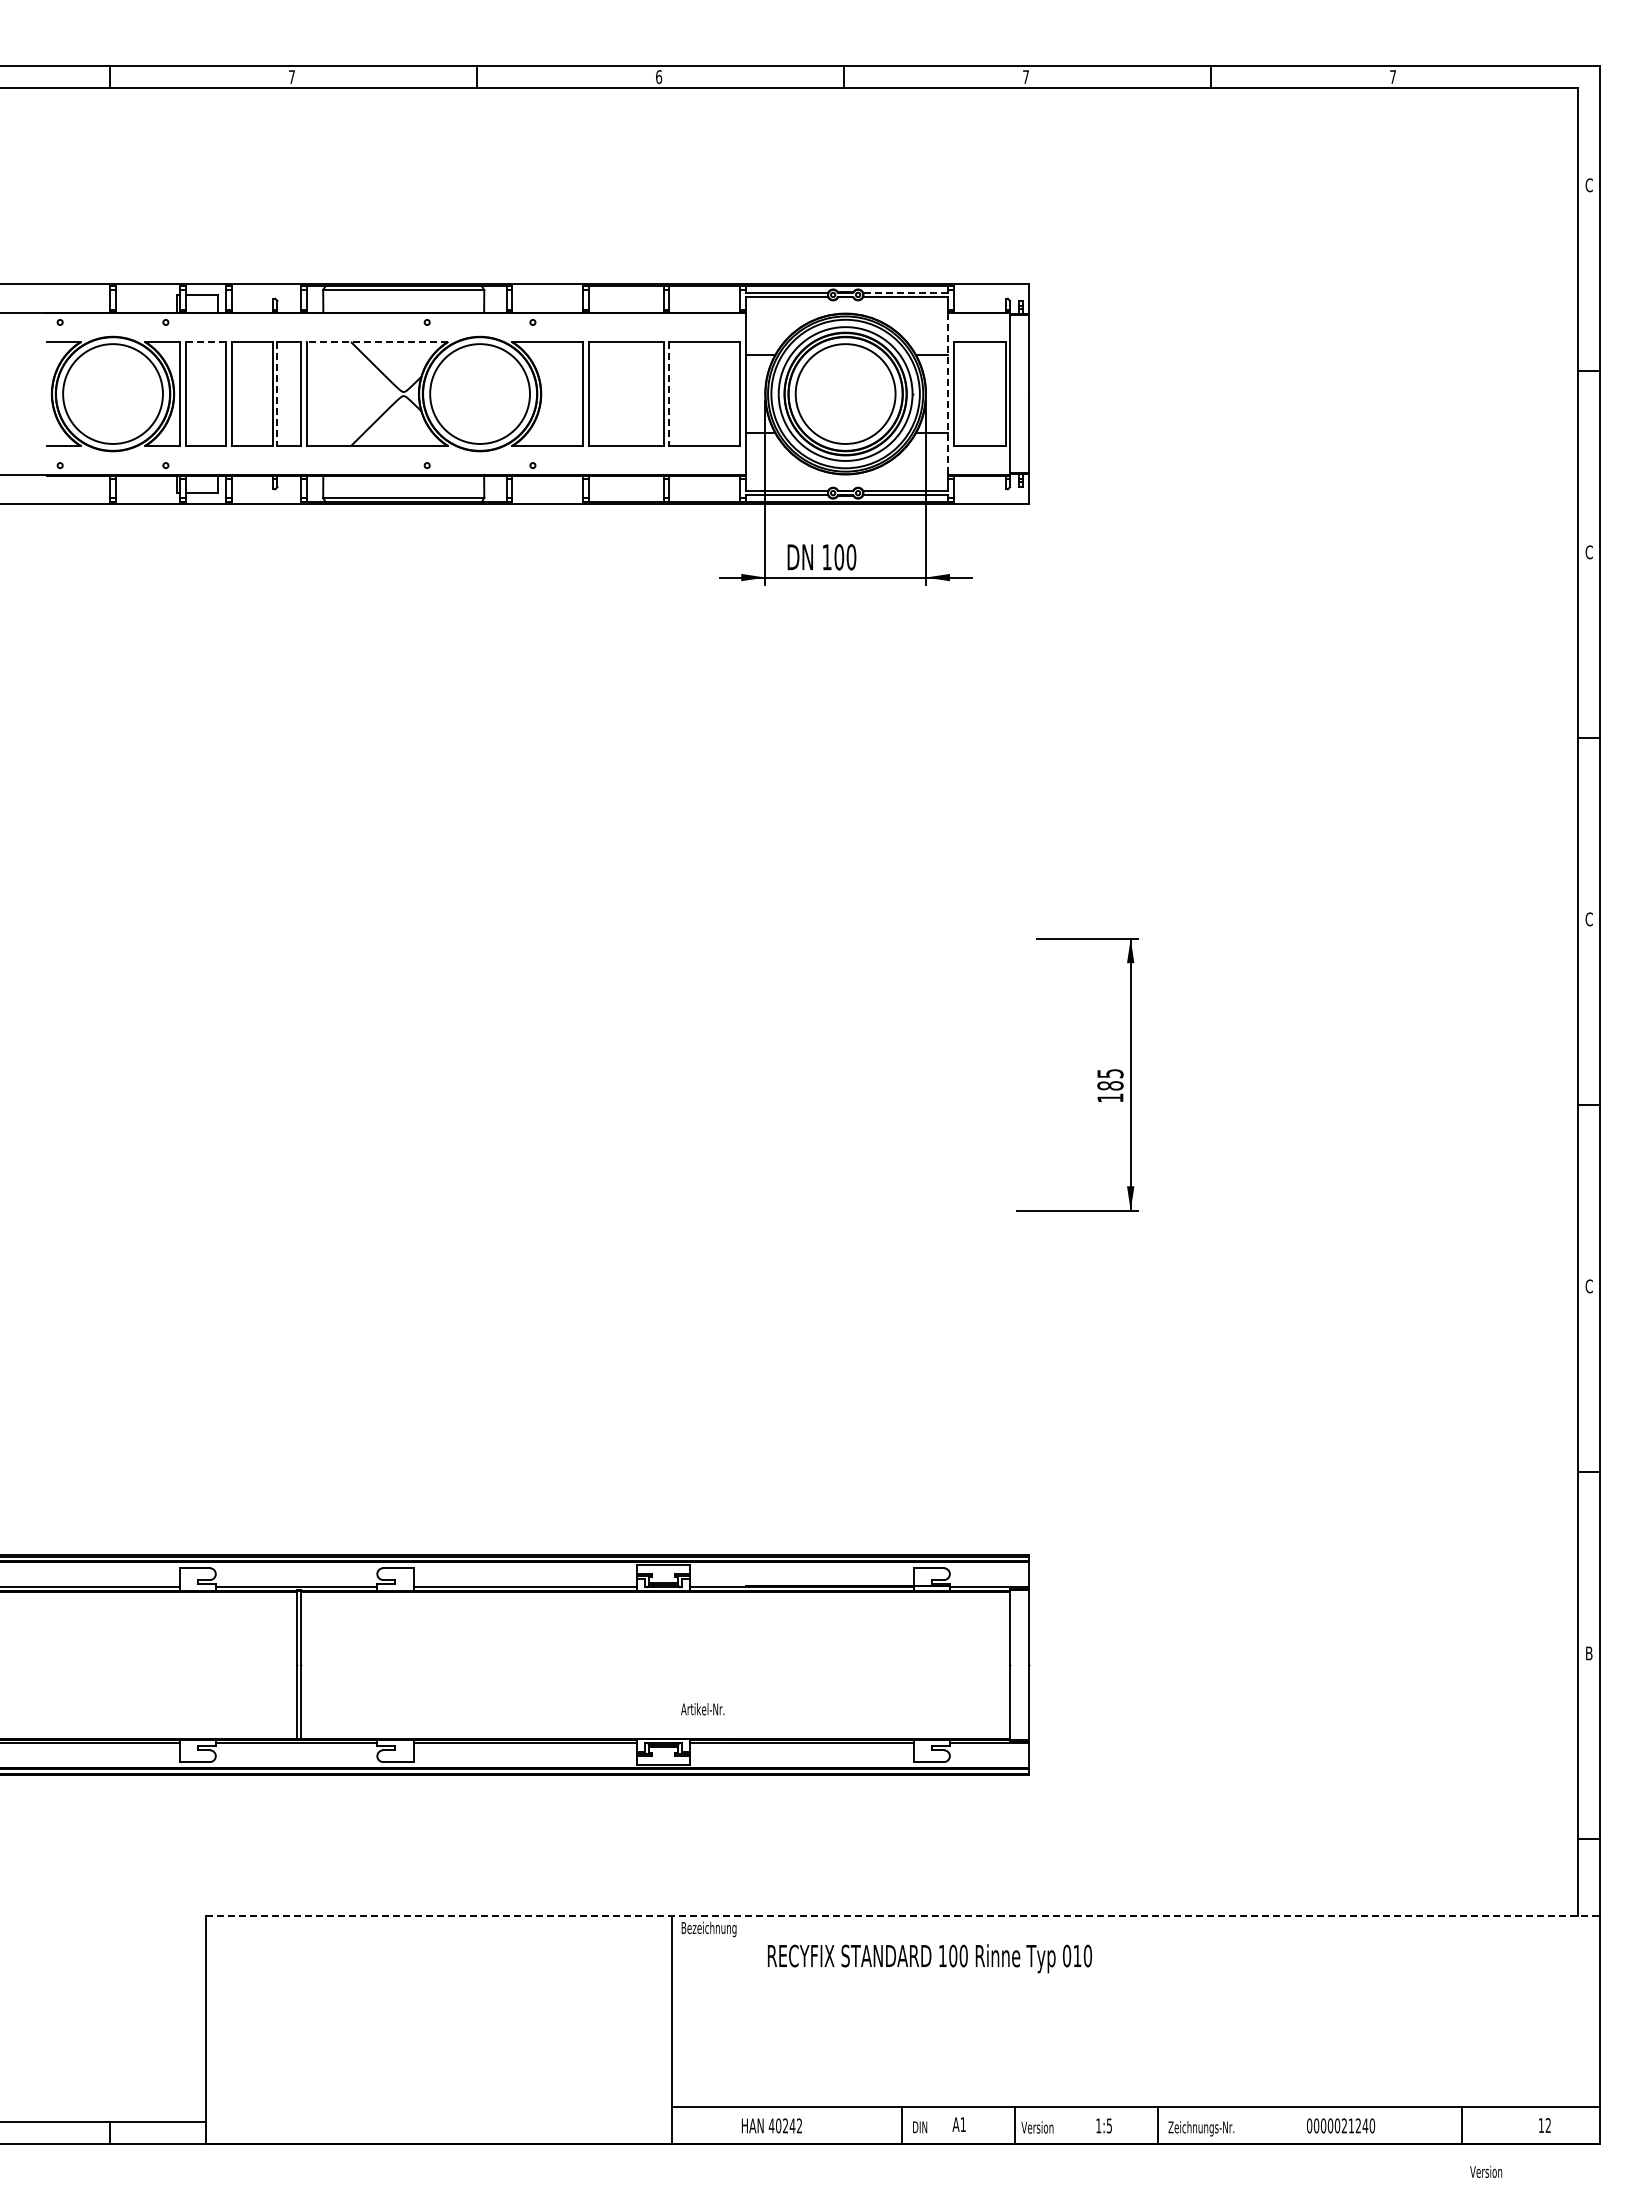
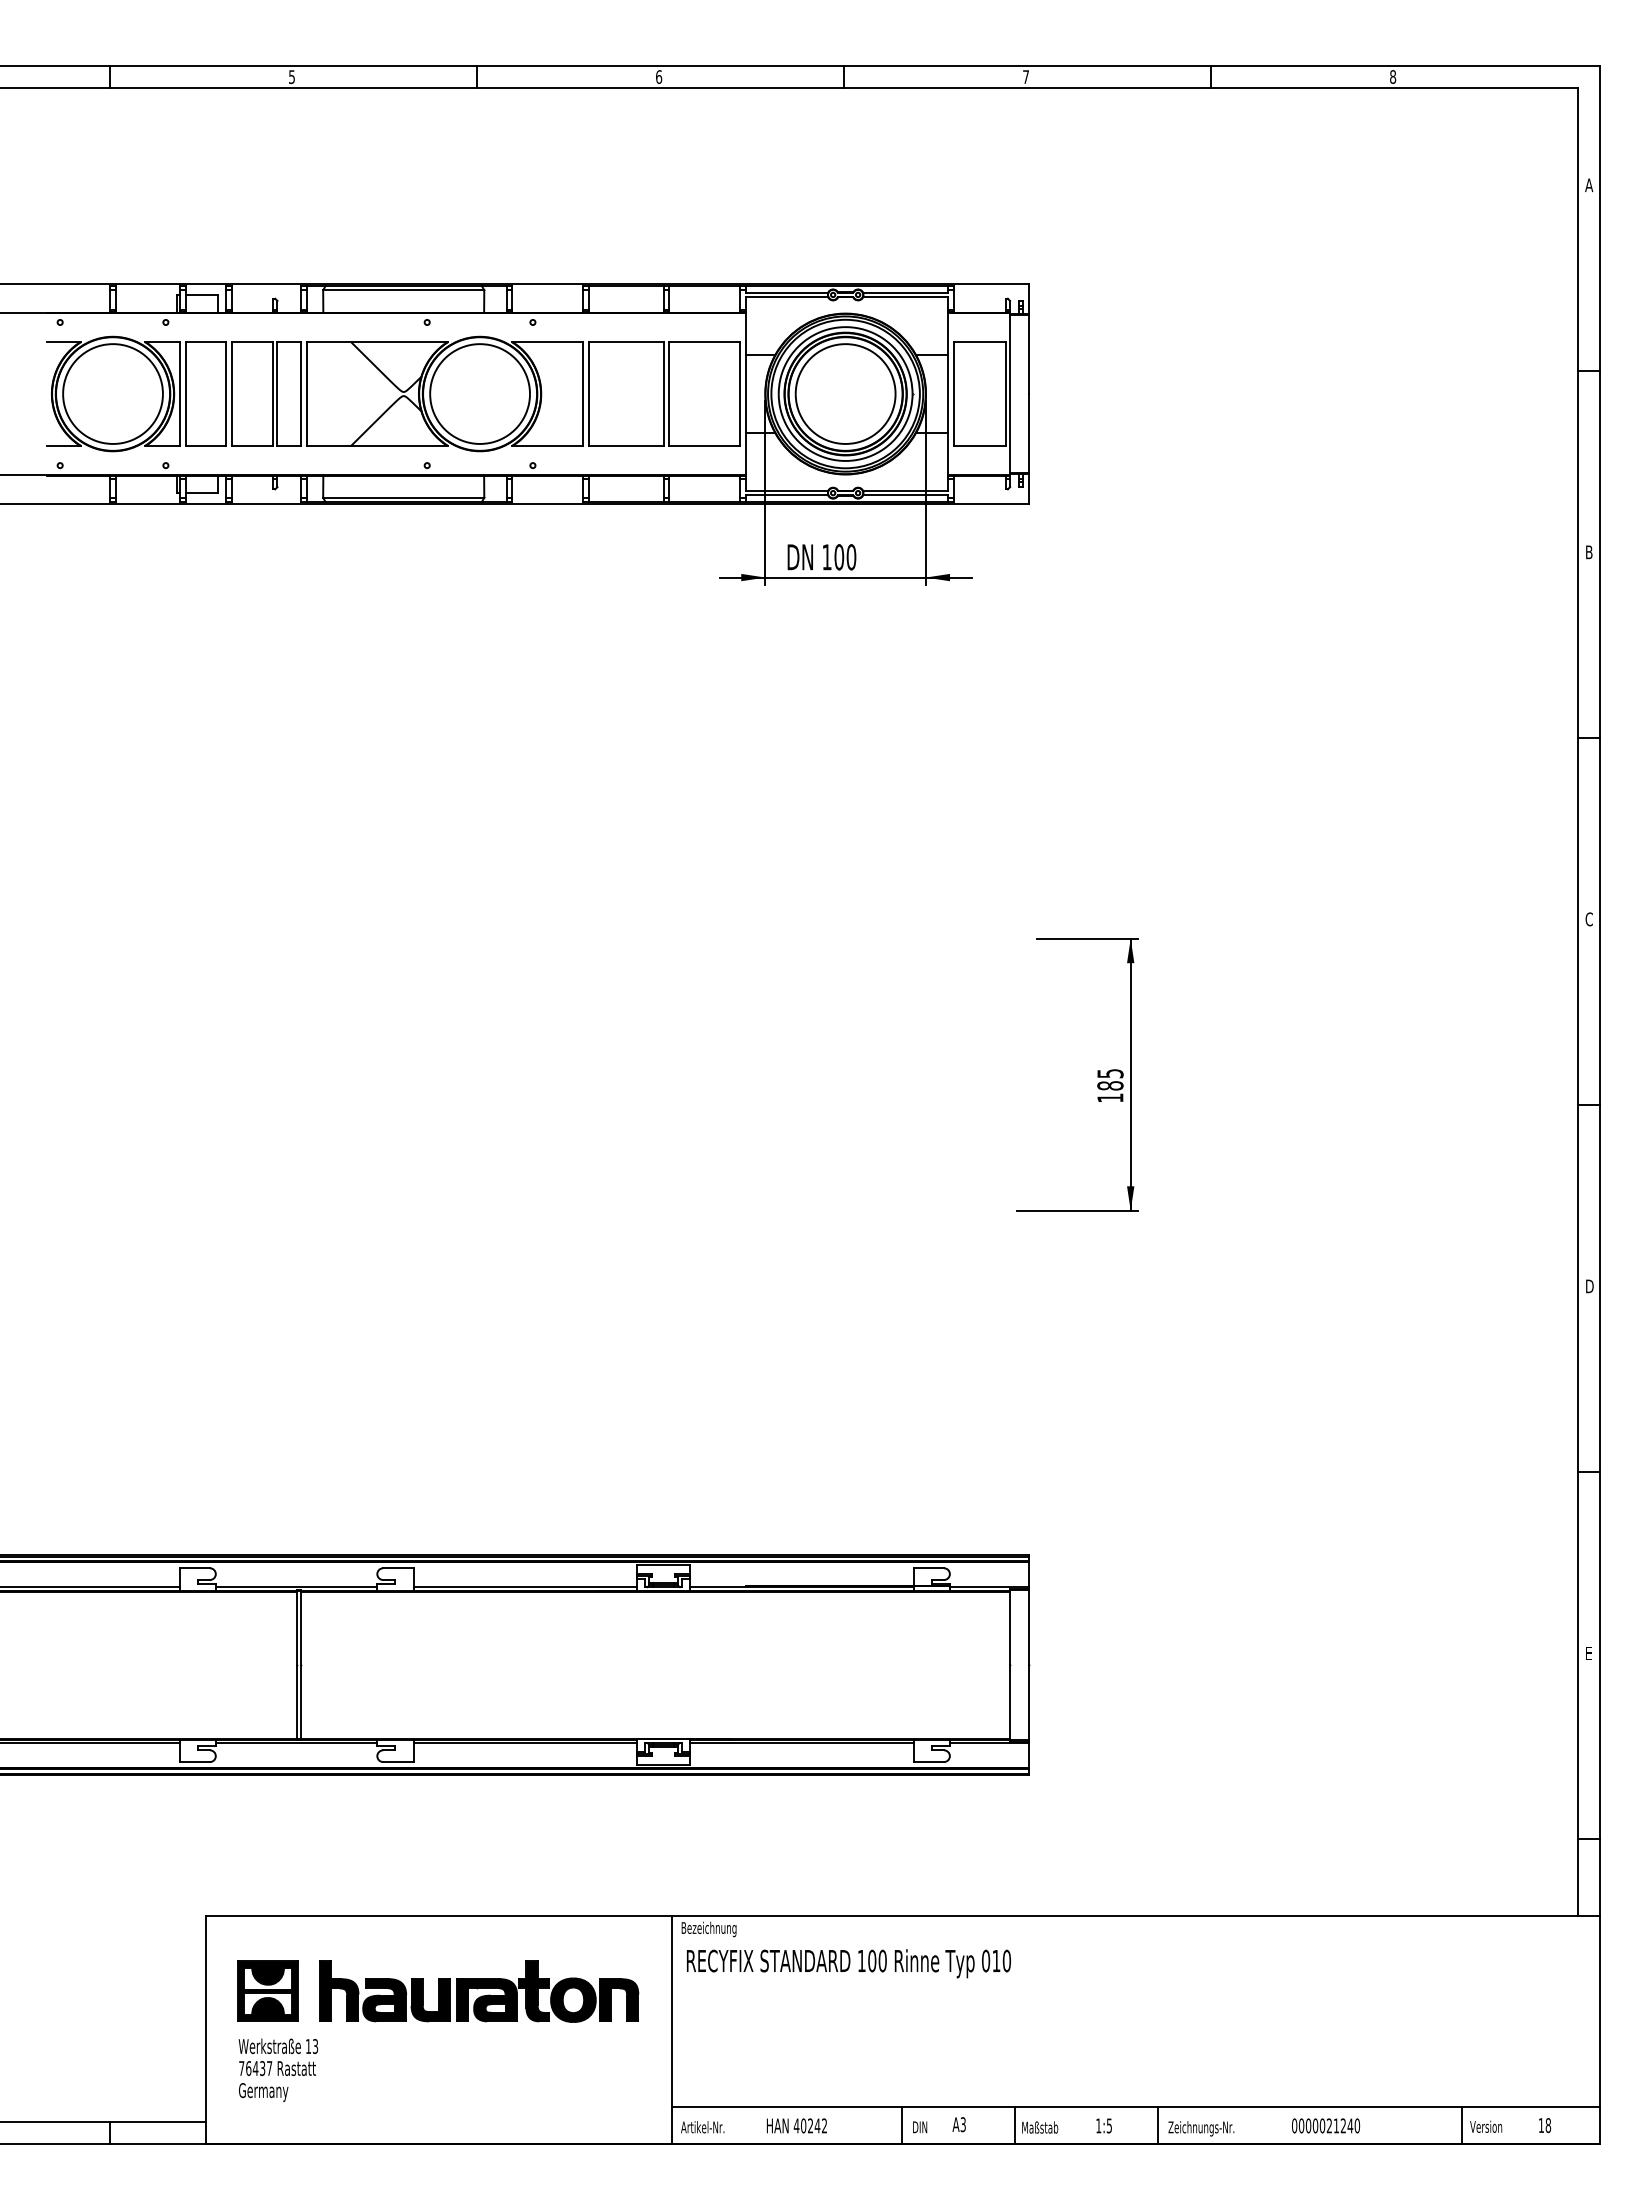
text at (1393, 76): 7 -> 8
text at (291, 77): 7 -> 5
text at (1589, 185): C -> A
line at (904, 292): dashed -> solid
line at (206, 342): dashed -> solid
line at (377, 342): dashed -> solid
line at (277, 394): dashed -> solid
line at (669, 394): dashed -> solid
line at (947, 394): dashed -> solid
text at (1588, 552): C -> B
text at (1589, 1286): C -> D
text at (1589, 1653): B -> E
text at (702, 1709) position: (702, 1709) -> (702, 2127)
line at (903, 1916): dashed -> solid
text at (929, 1958) position: (929, 1958) -> (848, 1963)
part at (438, 2021): none -> present
text at (962, 2124): A1 -> A3
text at (771, 2125) position: (771, 2125) -> (796, 2125)
text at (1341, 2125) position: (1341, 2125) -> (1326, 2125)
text at (1548, 2125): 12 -> 18
text at (1039, 2127): Version -> Maßstab
text at (1486, 2171) position: (1486, 2171) -> (1486, 2126)
